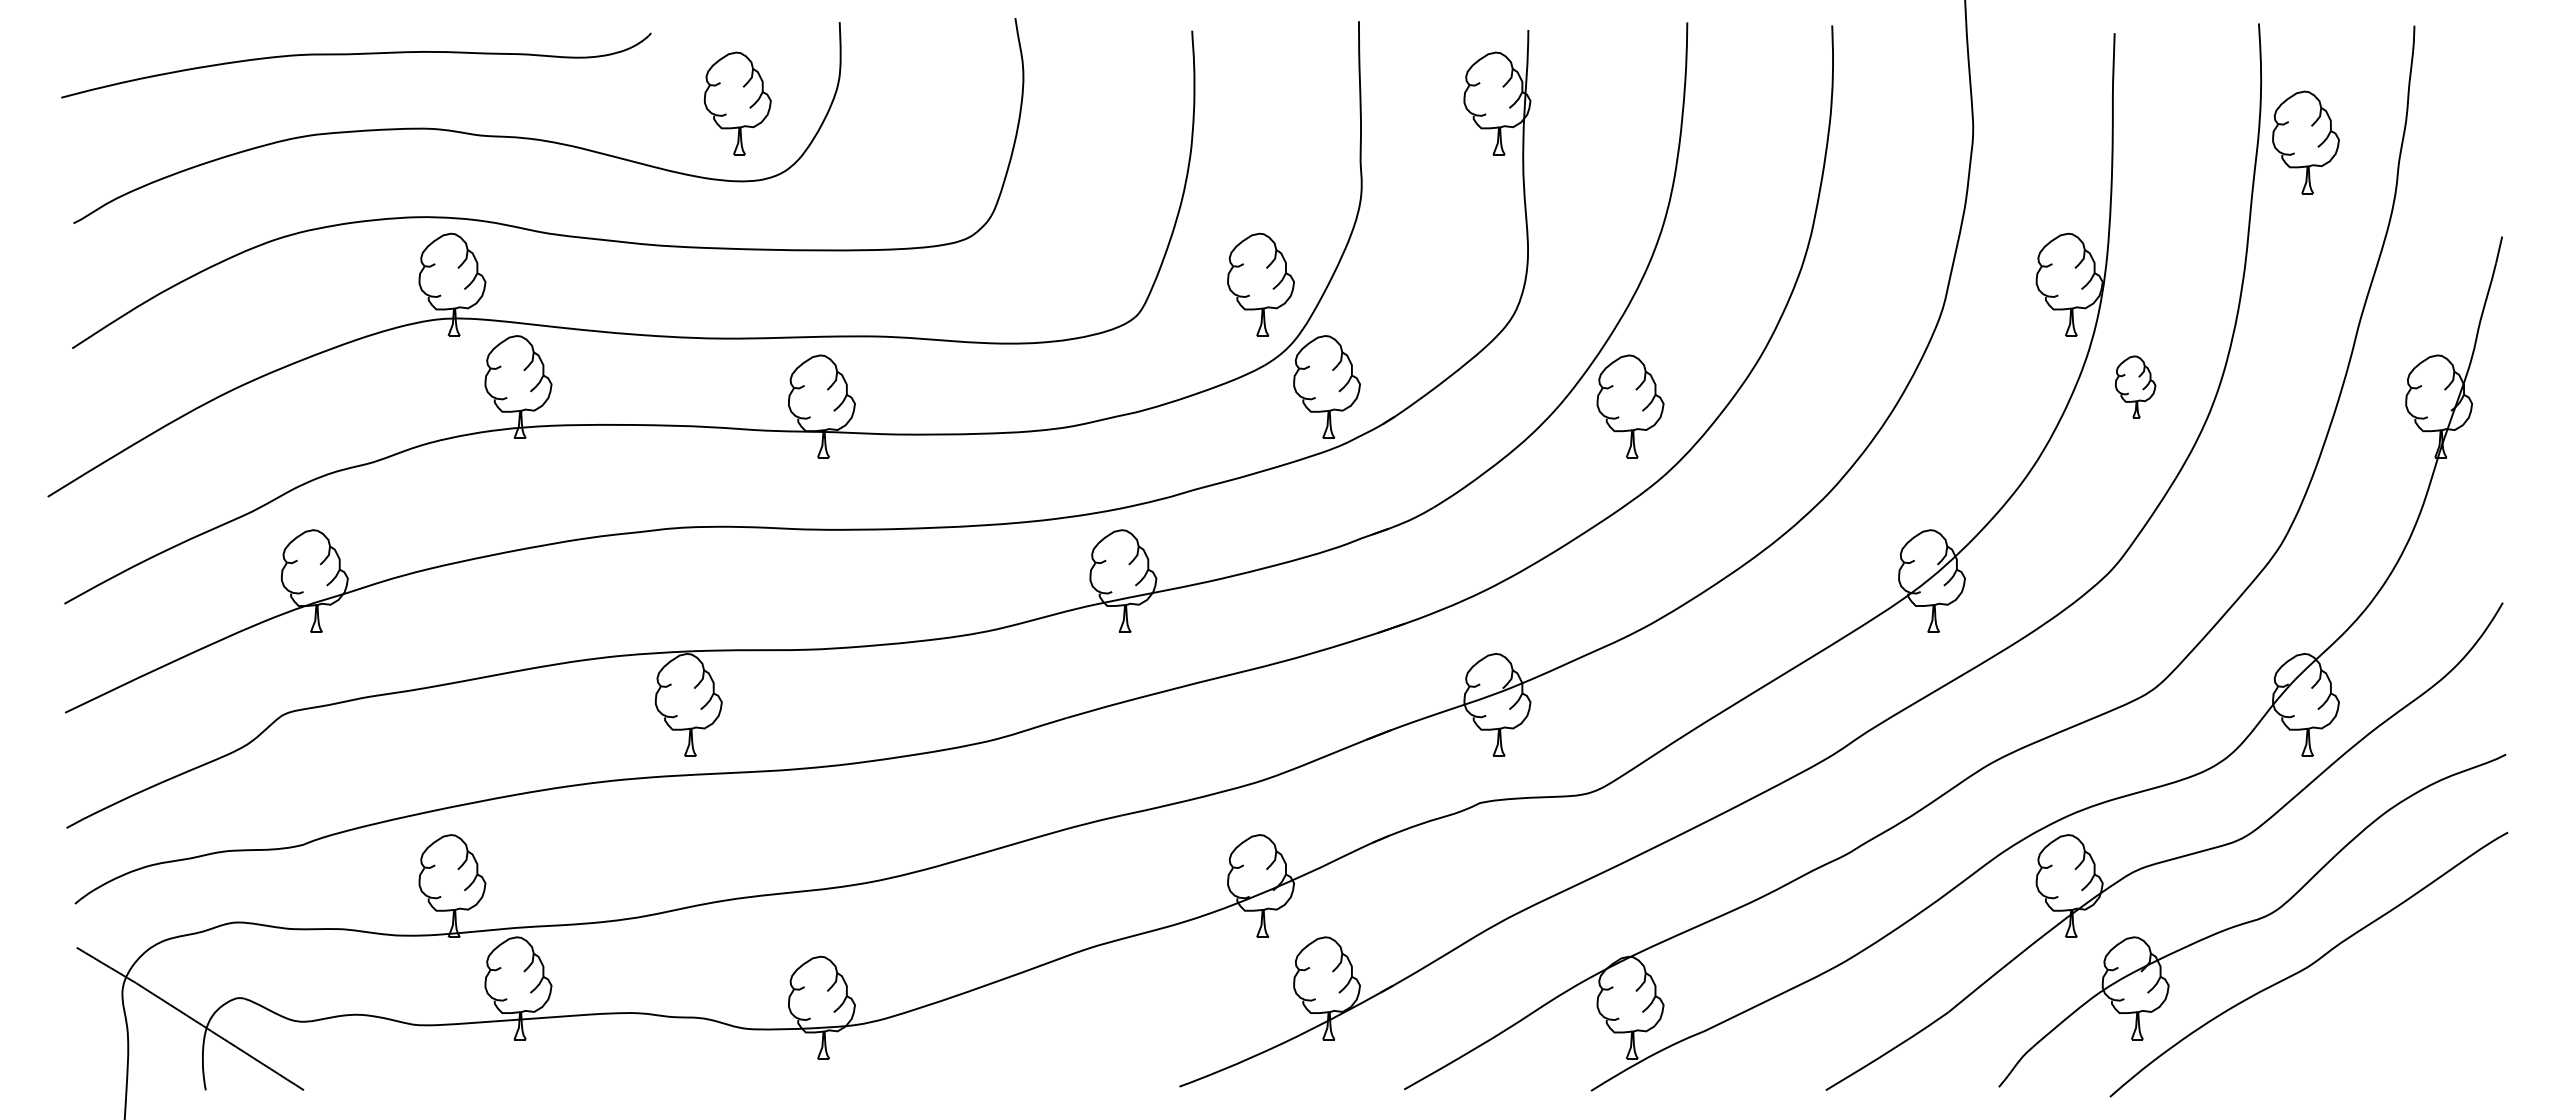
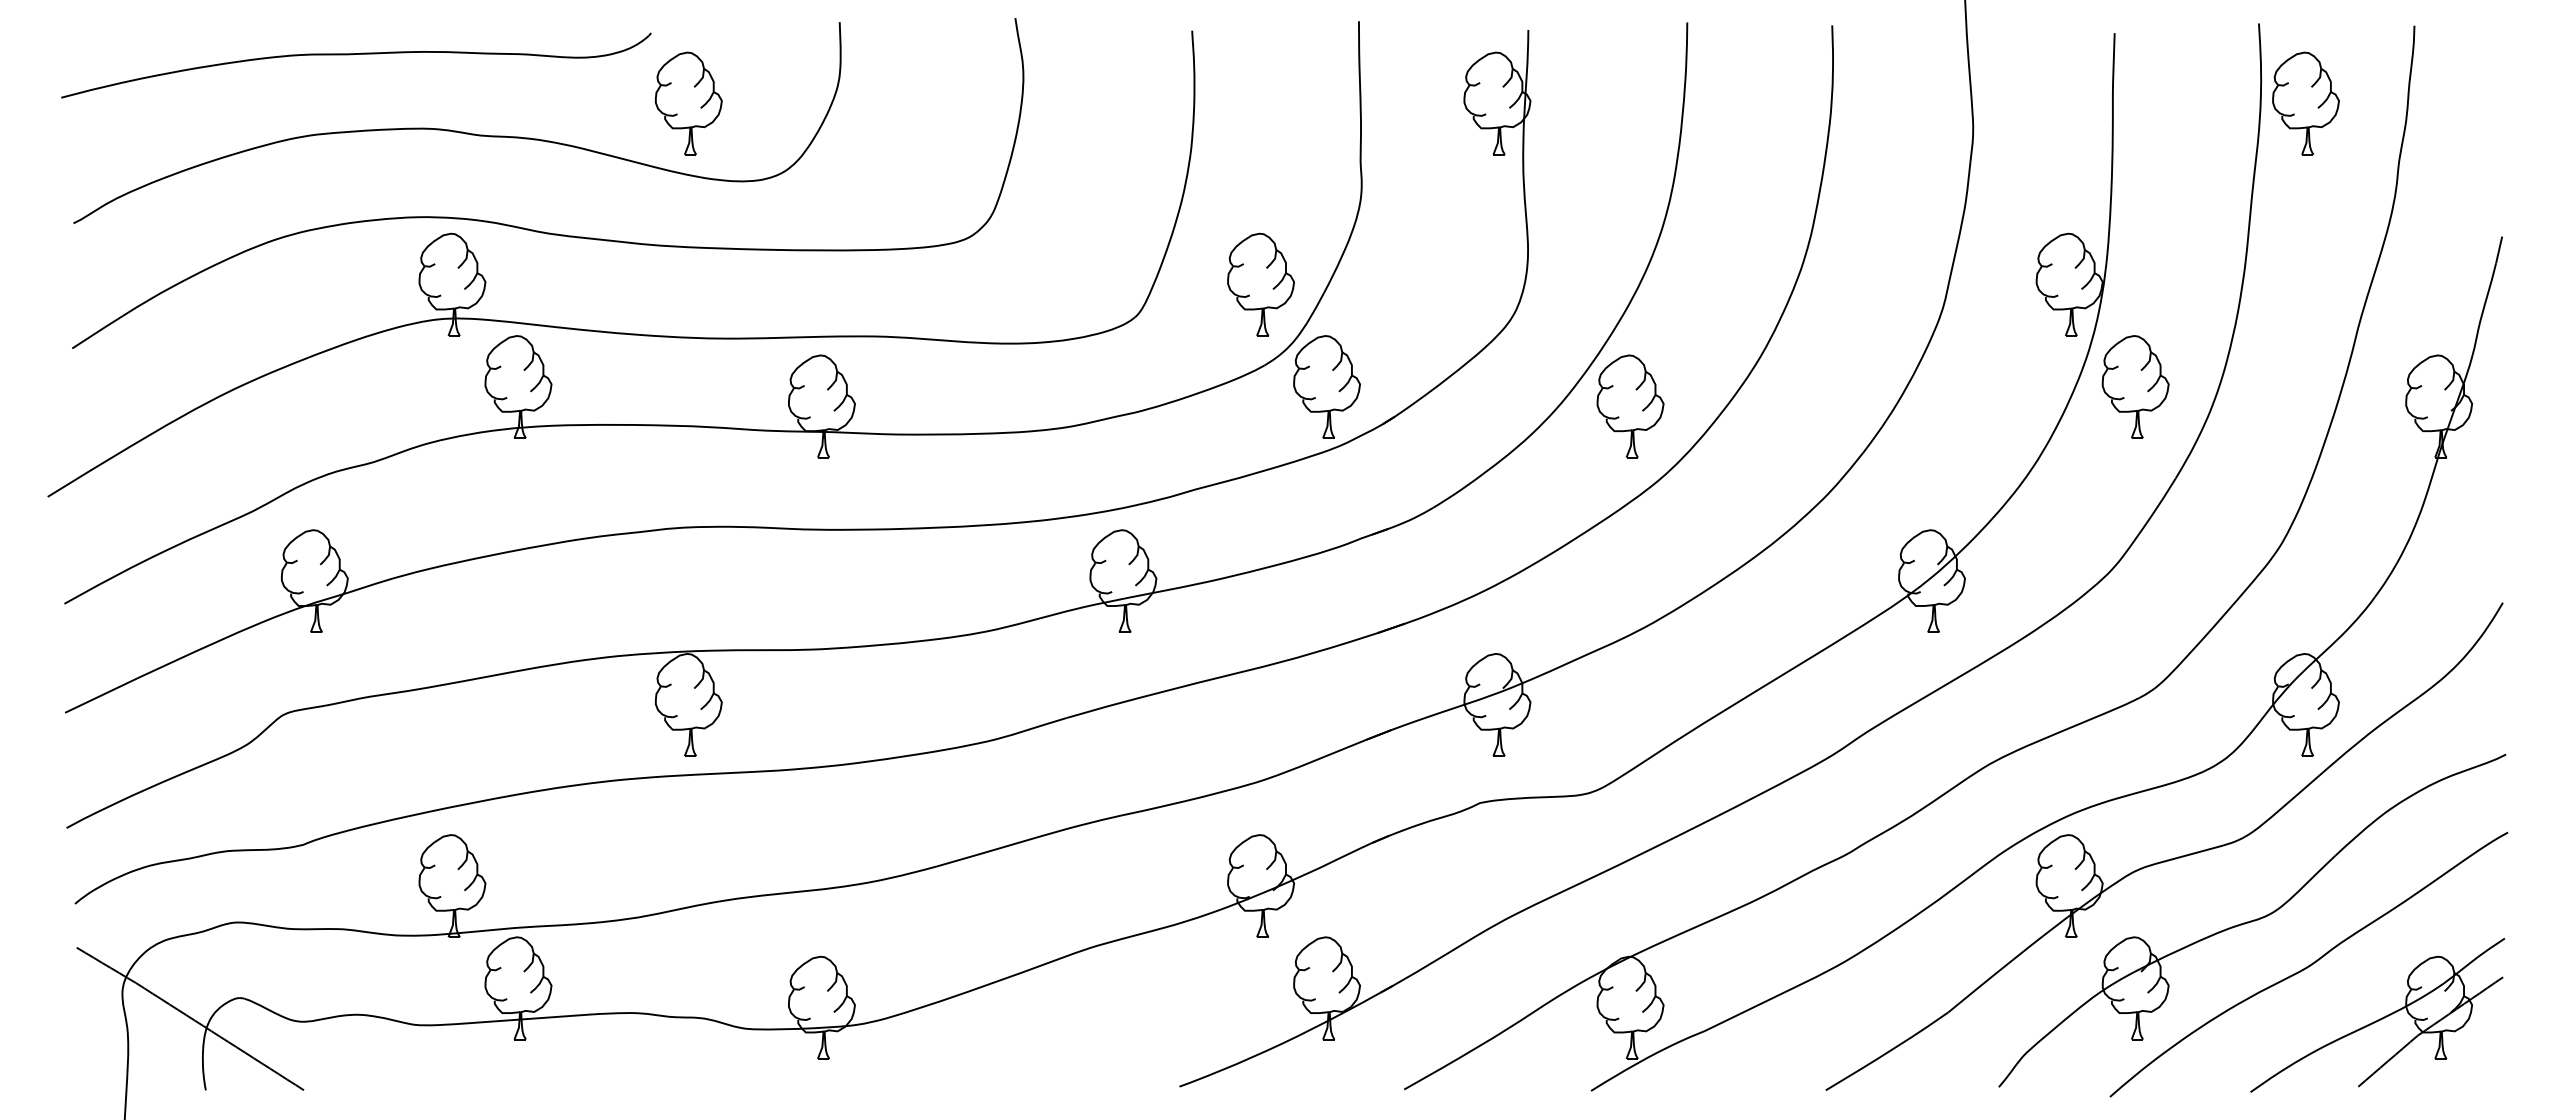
part at (737, 103) position: (737, 103) -> (688, 103)
part at (2305, 142) position: (2305, 142) -> (2305, 103)
part at (2135, 386) size: 42x64 px -> 69x104 px
part at (2377, 1015): none -> present
